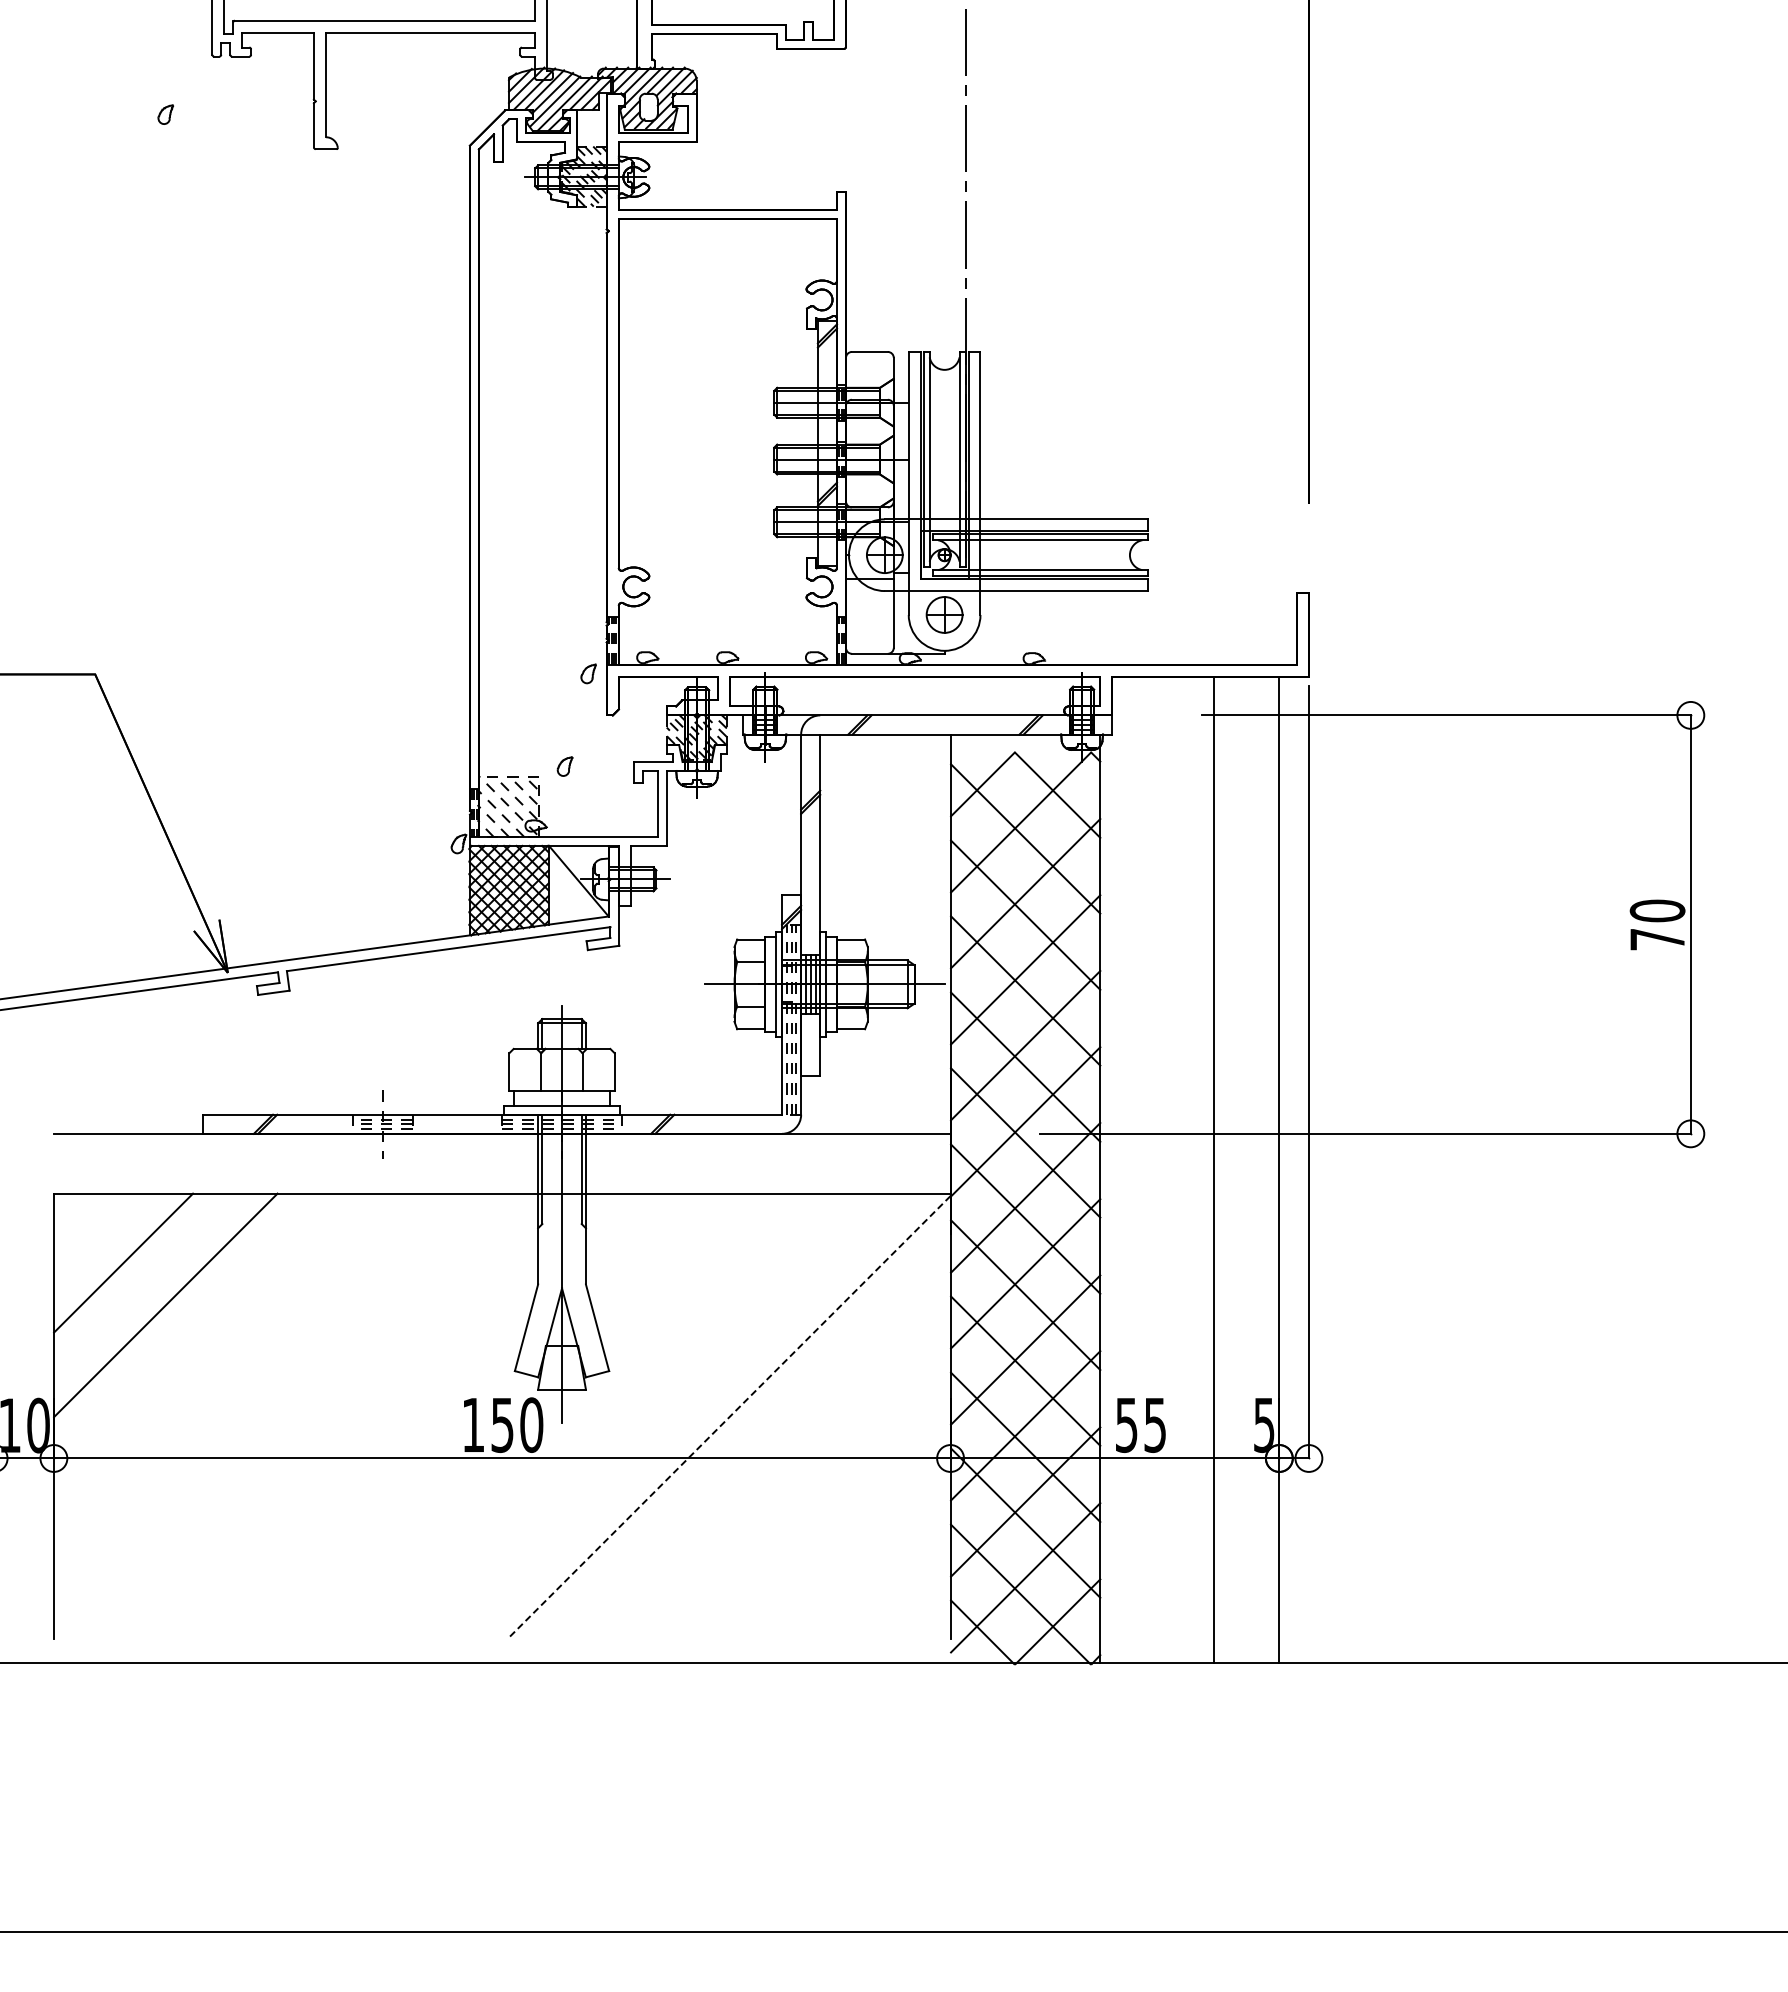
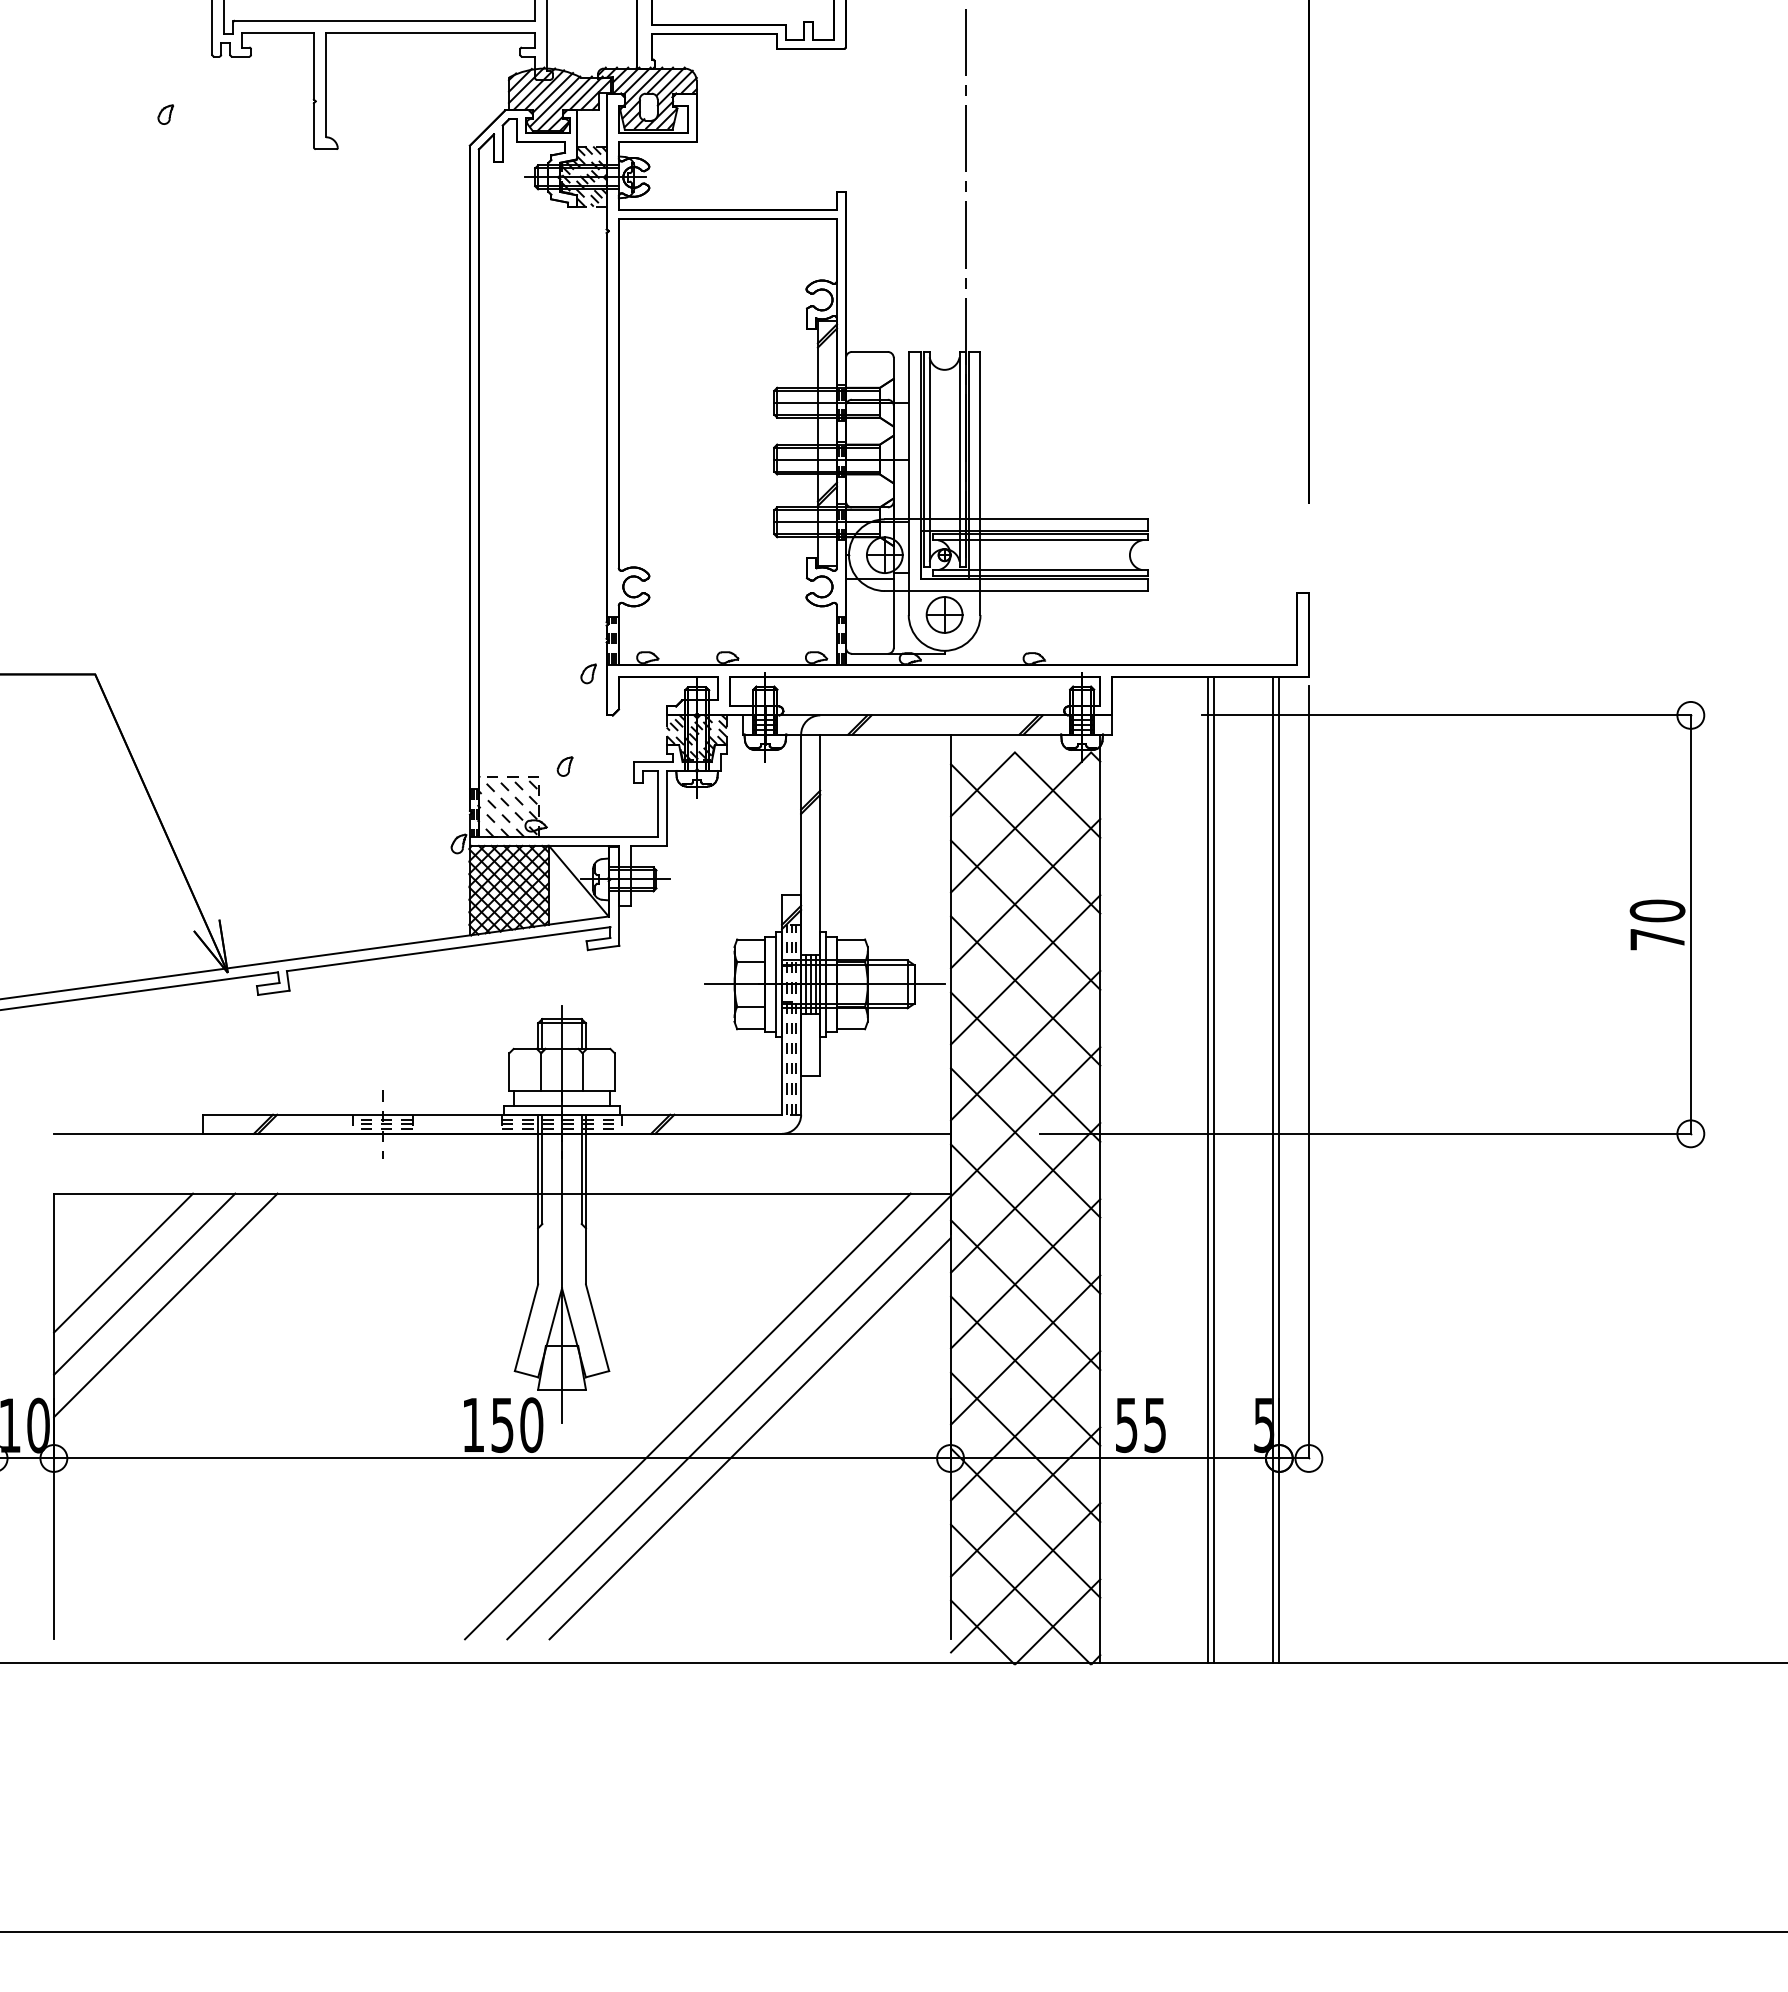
line at (1207, 1169): none -> present
line at (1273, 1169): none -> present
line at (144, 1283): none -> present
line at (687, 1416): none -> present
line at (728, 1418): dashed -> solid
line at (749, 1438): none -> present
